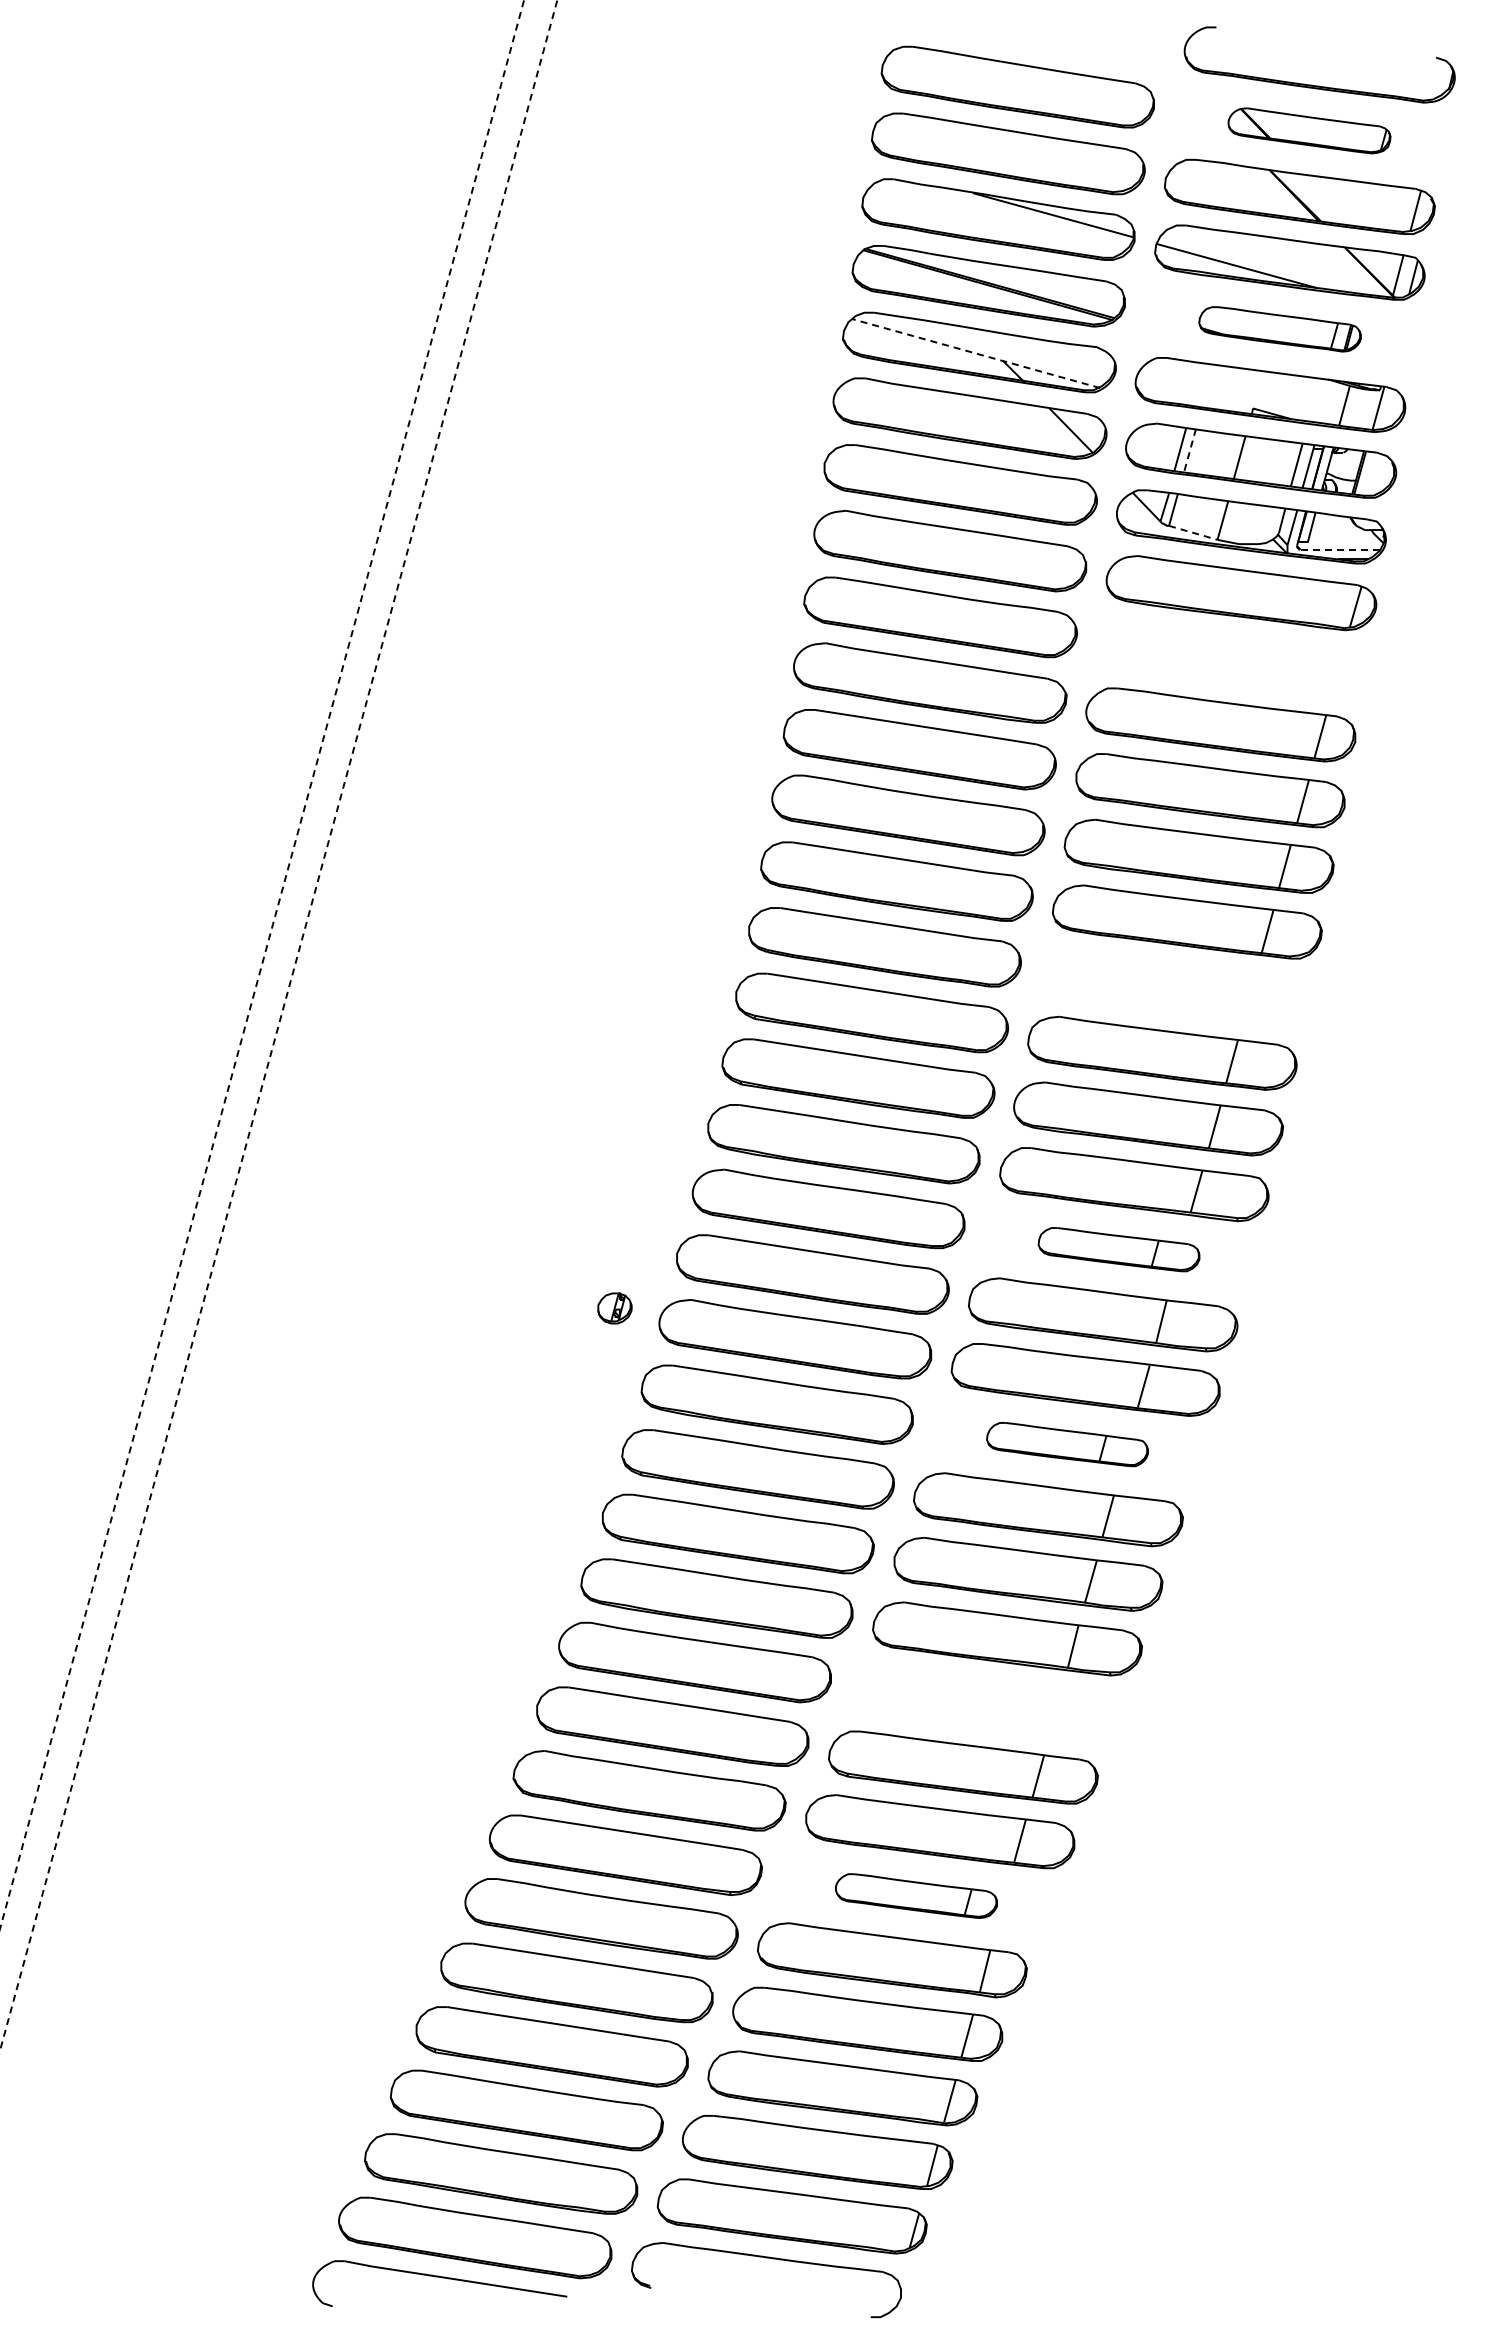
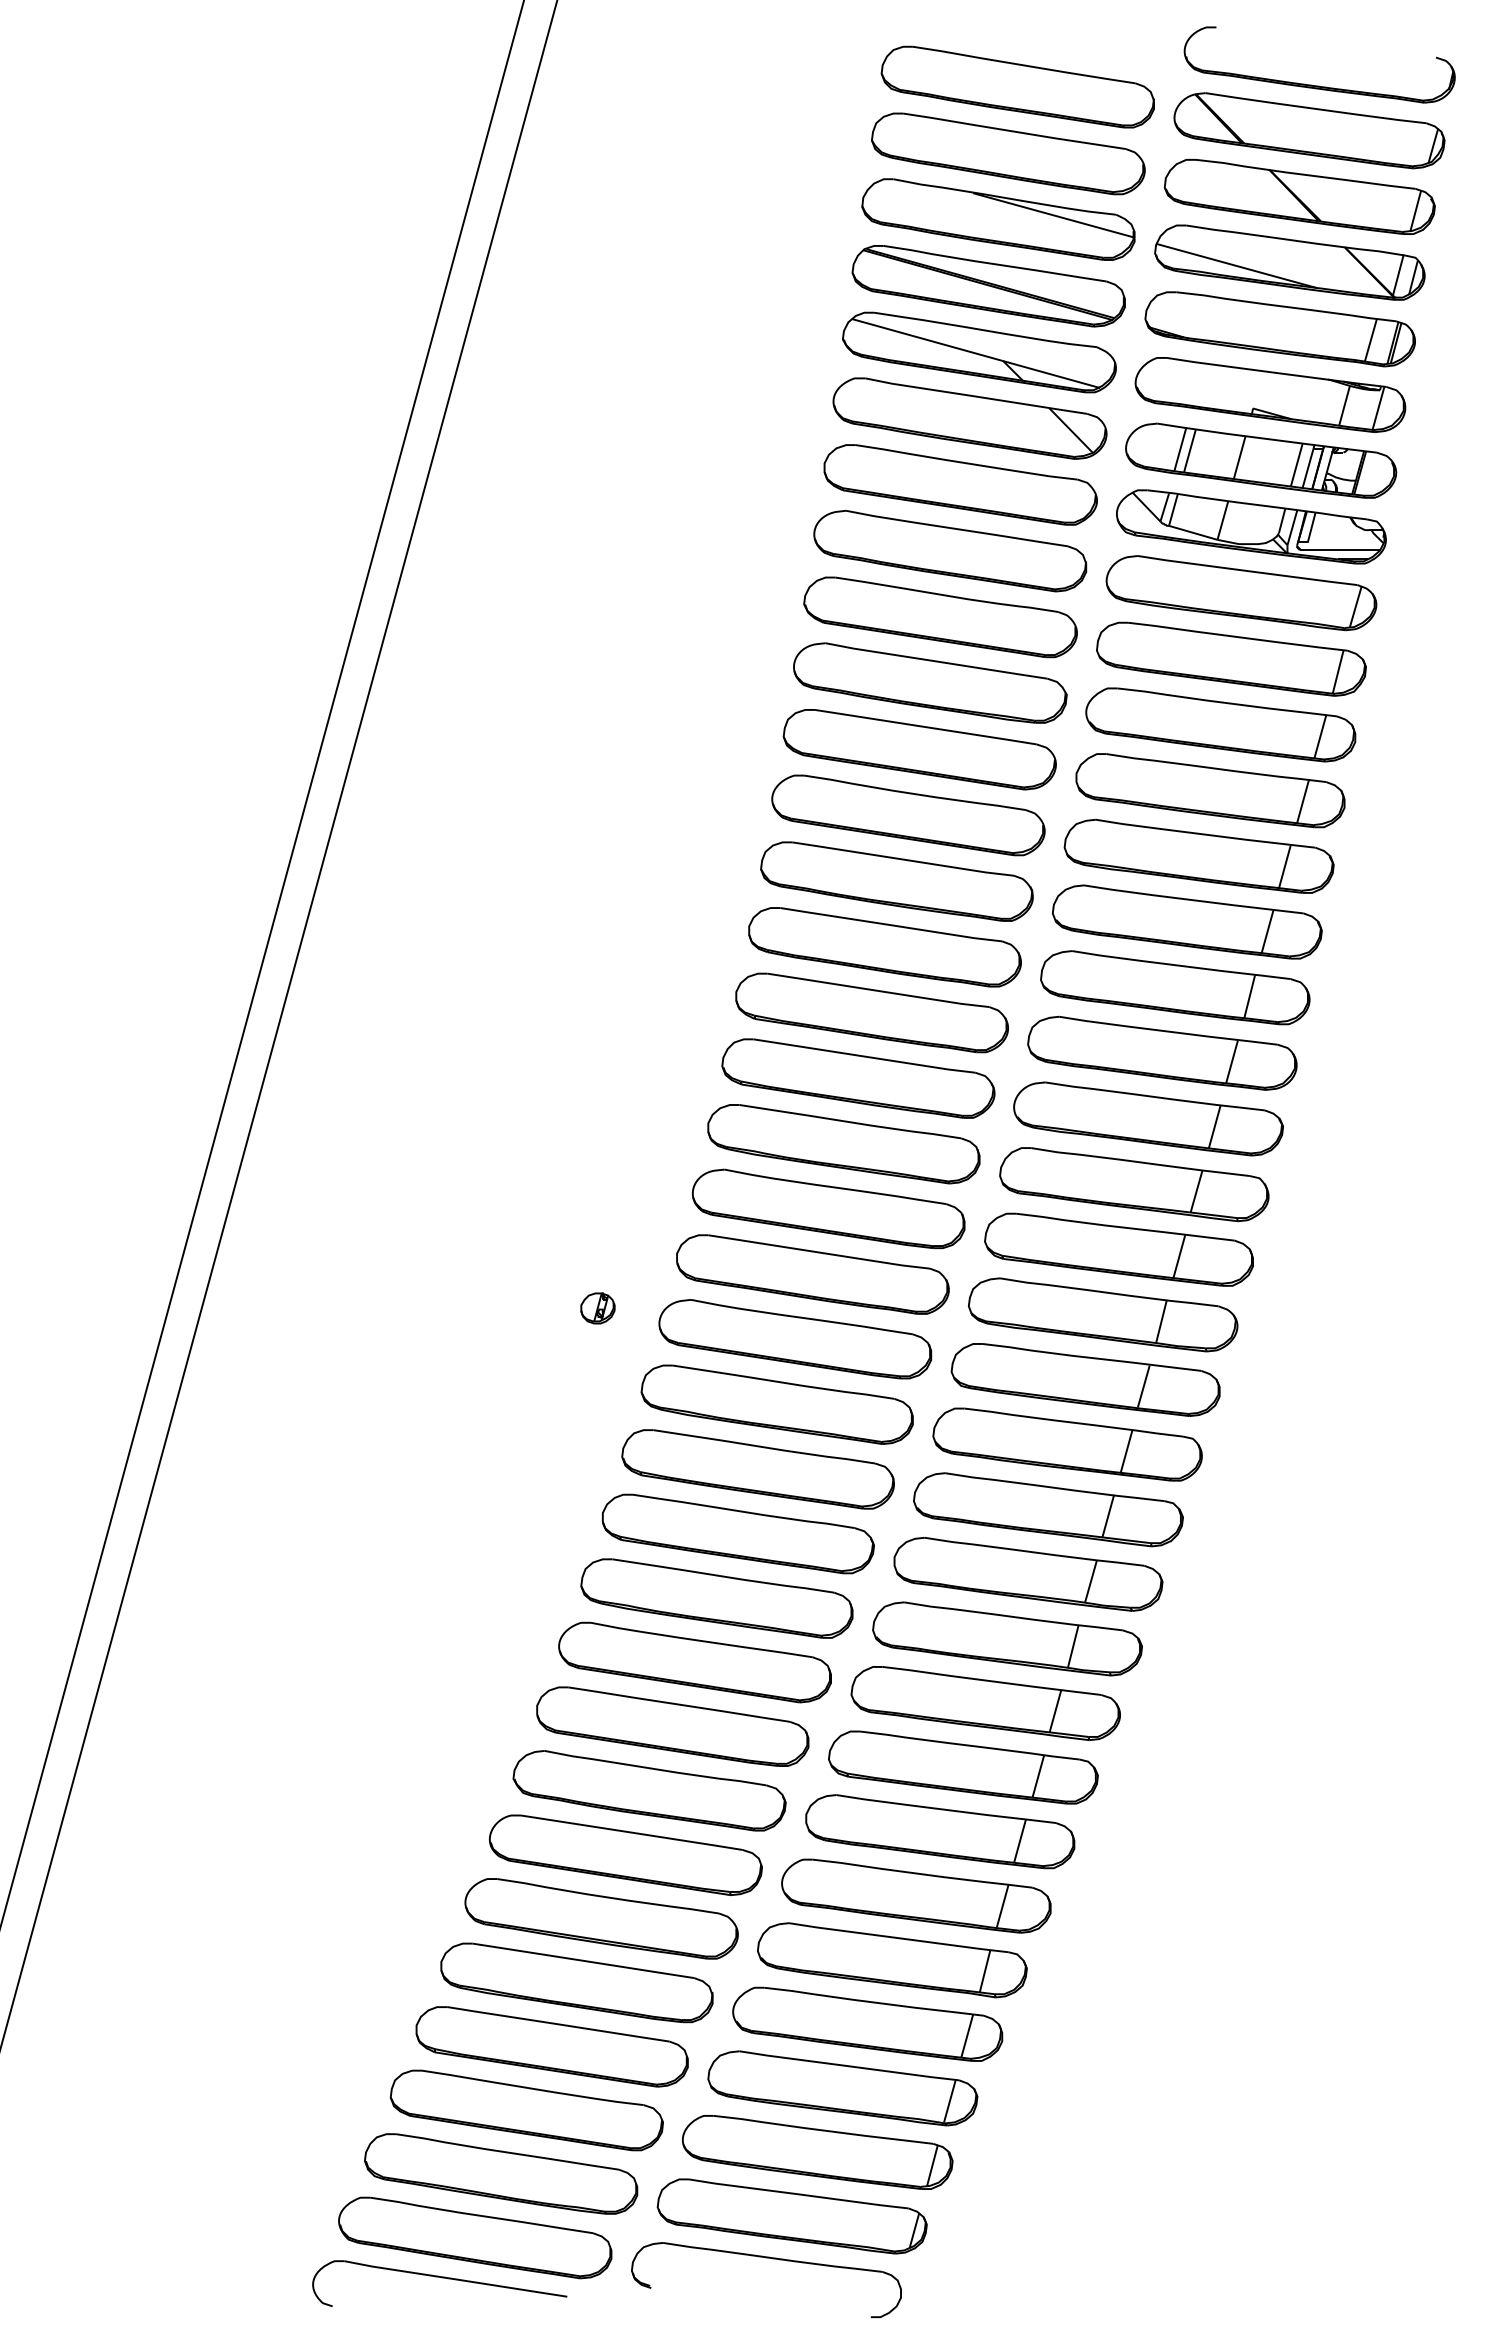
part at (1309, 130) size: 165x48 px -> 273x78 px
part at (1279, 329) size: 164x47 px -> 272x77 px
line at (976, 353): dashed -> solid
line at (1189, 450): dashed -> solid
line at (1193, 533): dashed -> solid
line at (1340, 549): dashed -> solid
part at (1231, 658): none -> present
line at (262, 964): dashed -> solid
part at (1175, 987): none -> present
line at (278, 1025): dashed -> solid
part at (1118, 1249) size: 164x46 px -> 270x75 px
part at (614, 1308) position: (614, 1308) -> (597, 1308)
part at (1067, 1444) size: 163x46 px -> 271x75 px
part at (985, 1703): none -> present
part at (916, 1895) size: 163x46 px -> 271x76 px
